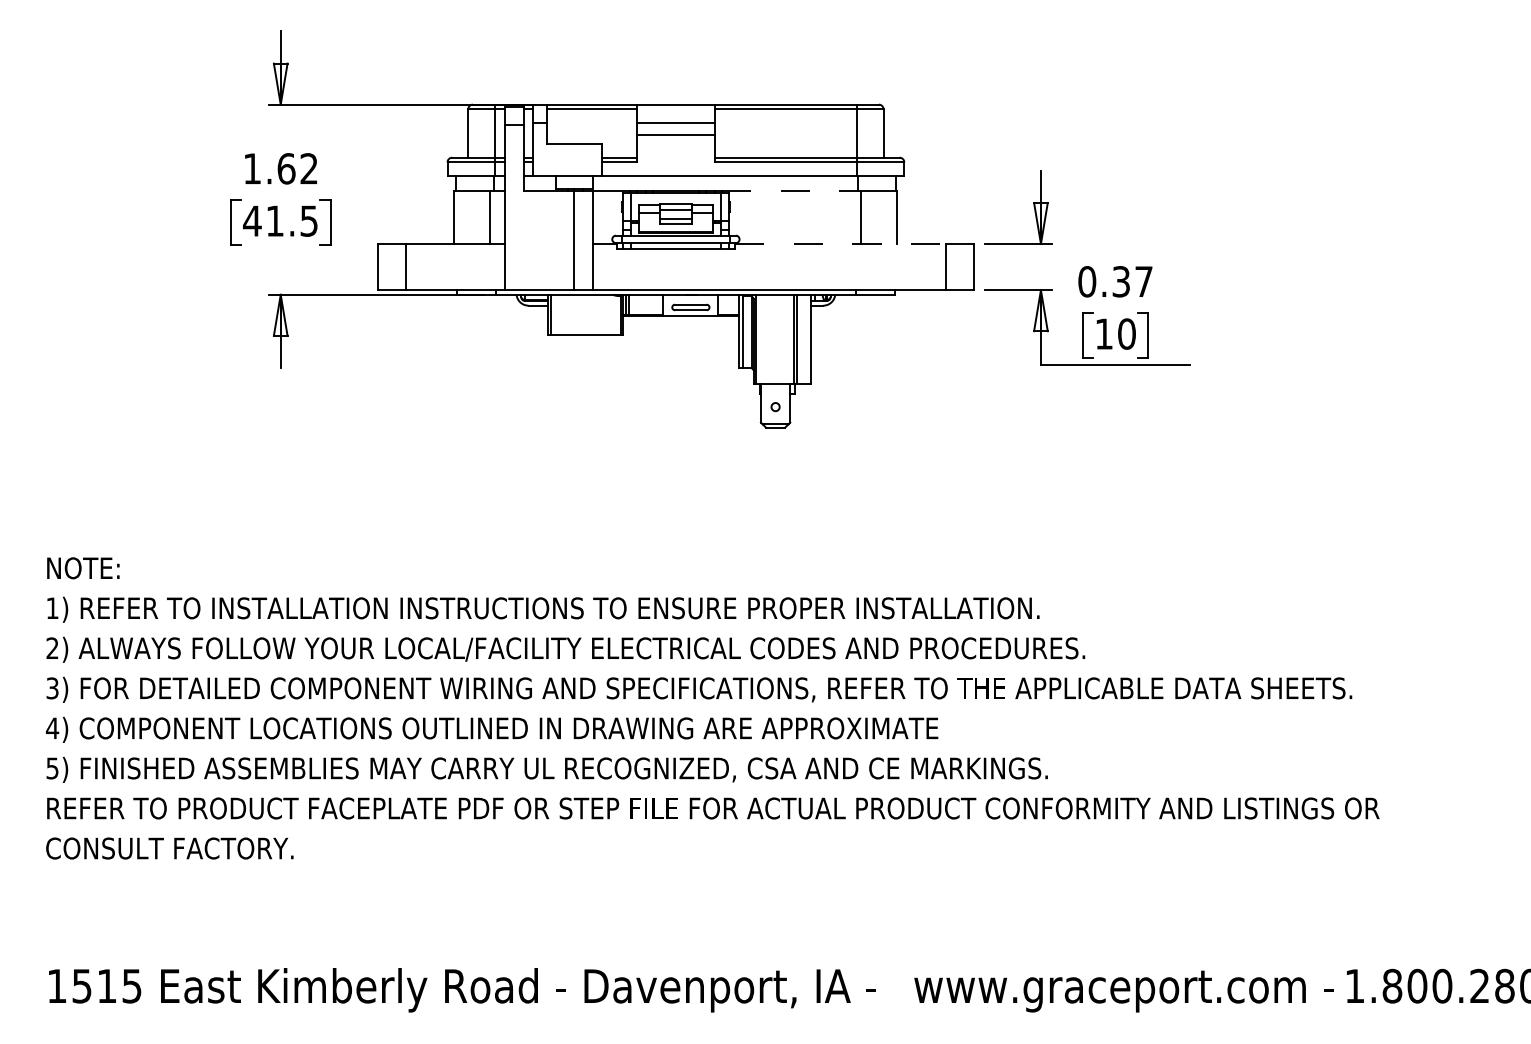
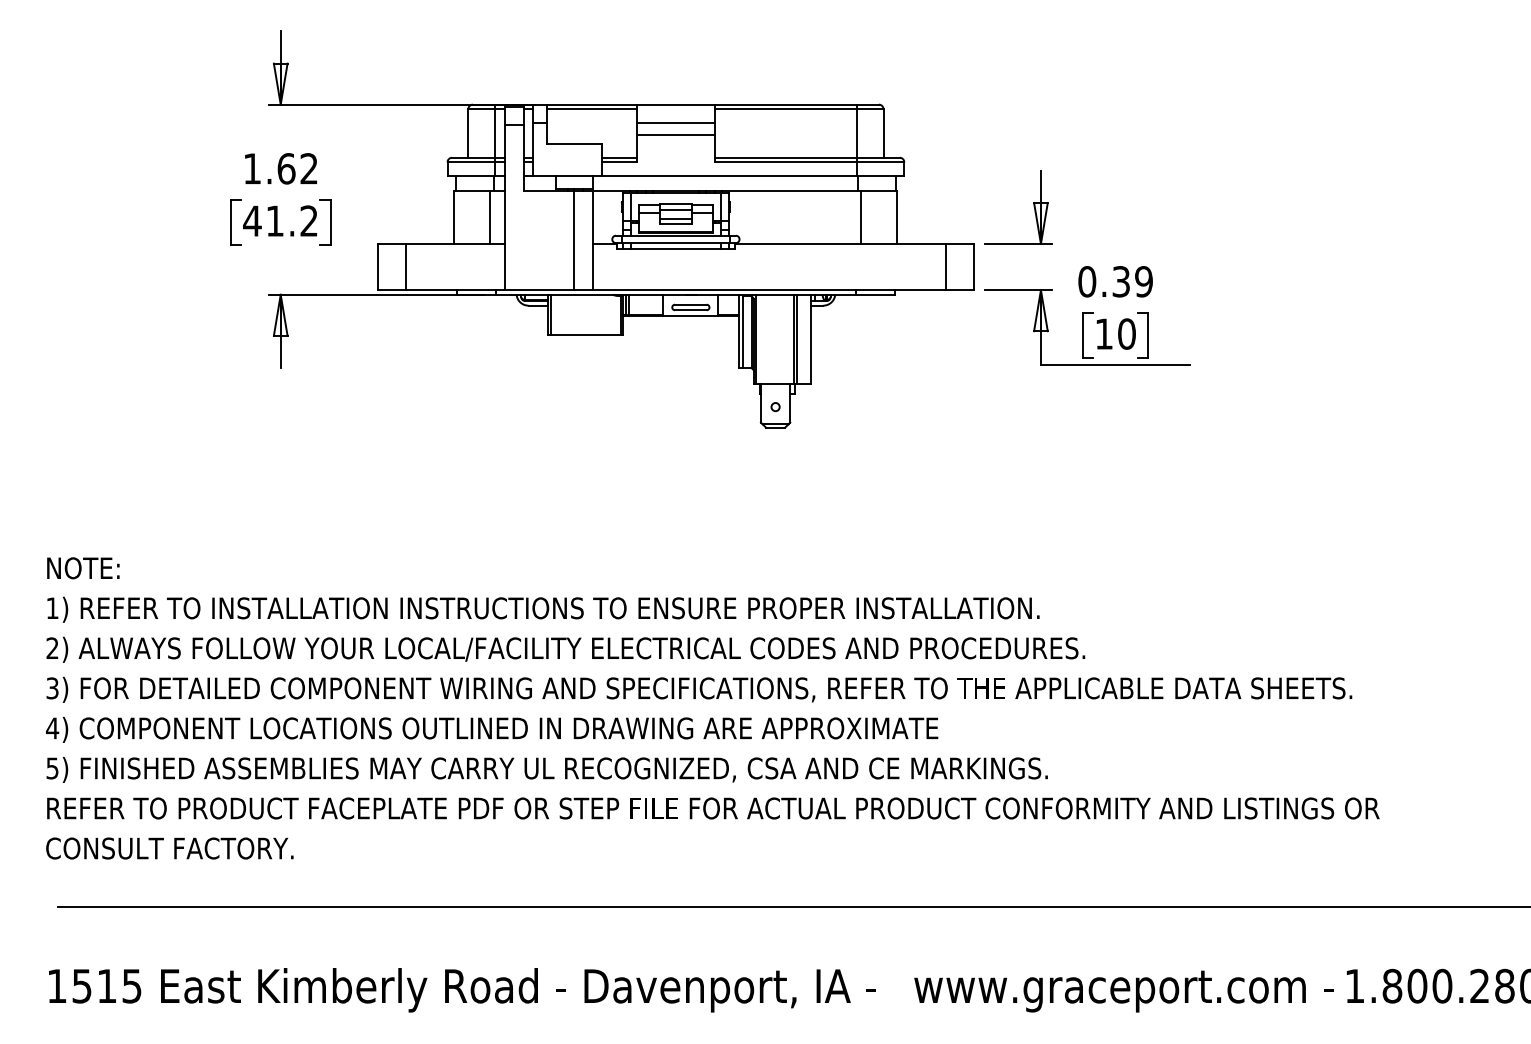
line at (791, 190): dashed -> solid
text at (308, 220): 41.5 -> 41.2
line at (841, 244): dashed -> solid
text at (1143, 281): 0.37 -> 0.39
line at (792, 906): none -> present
